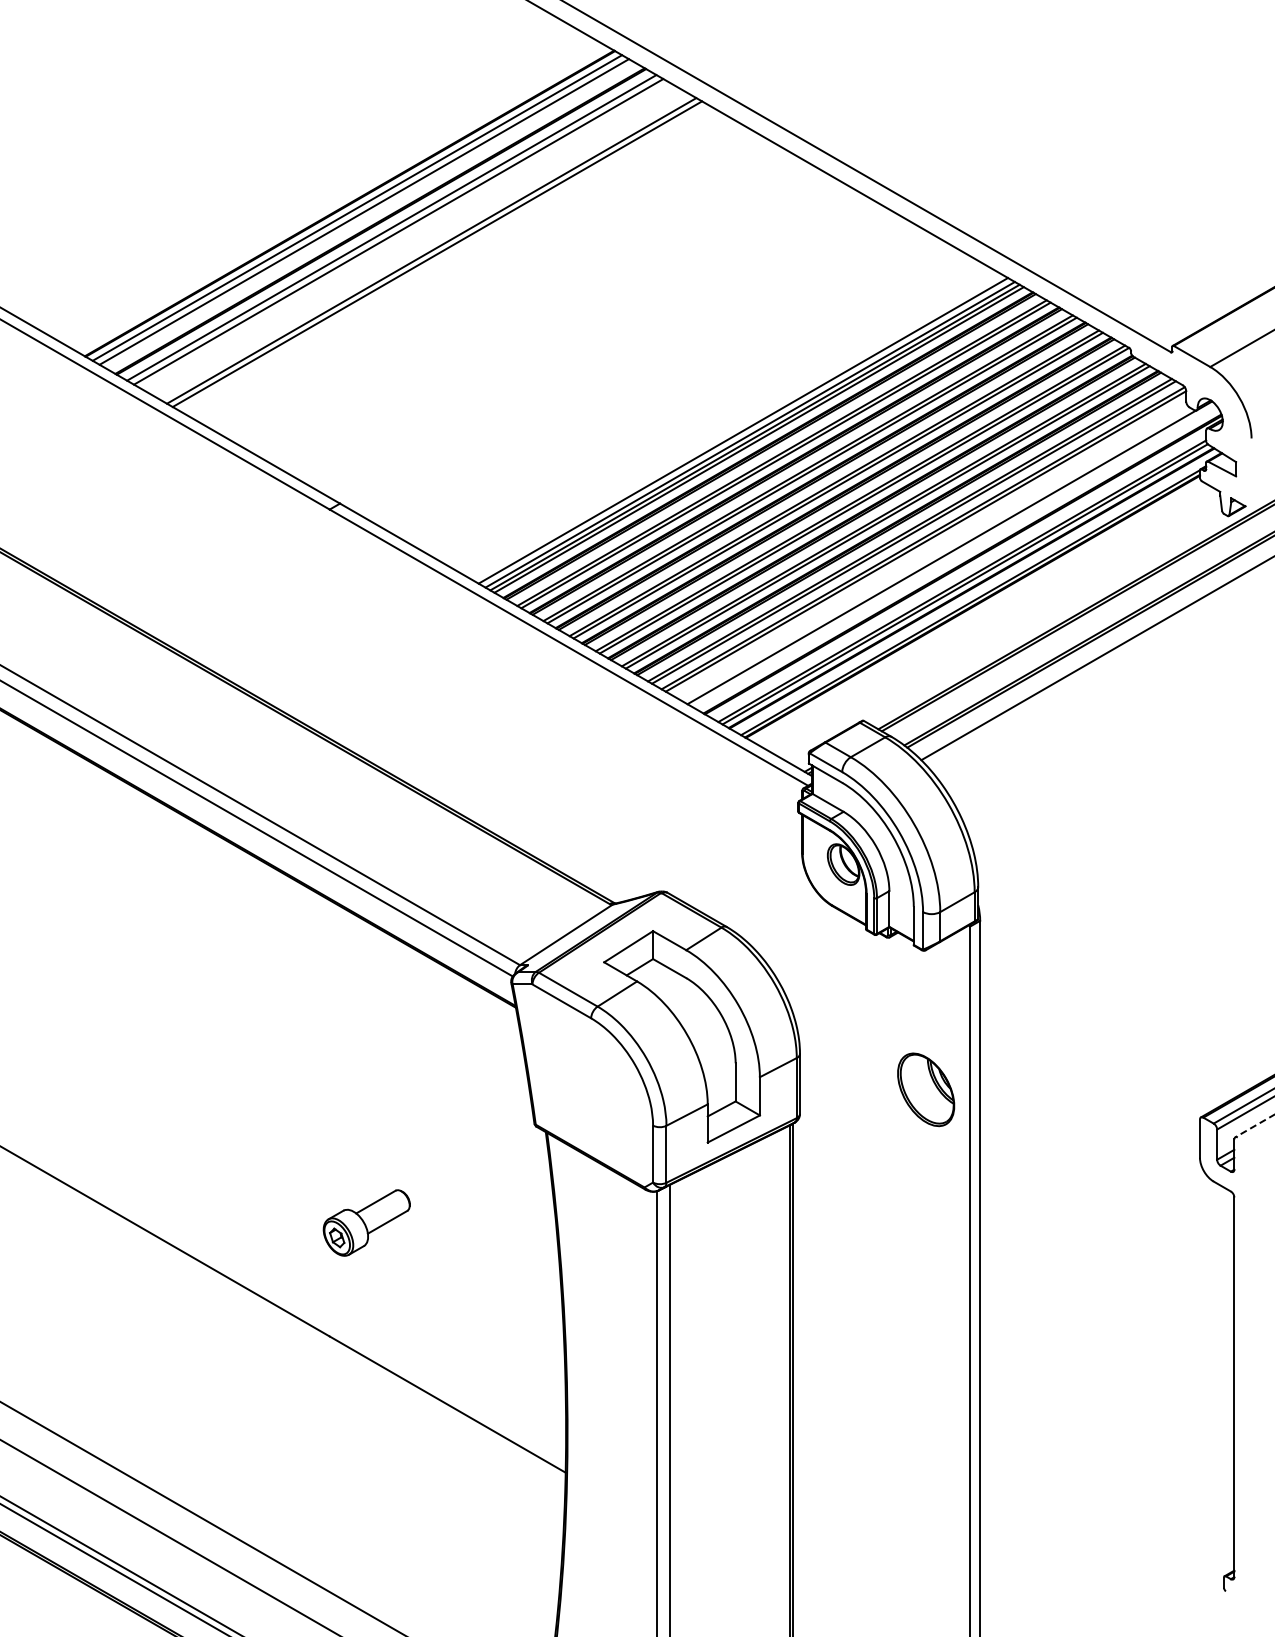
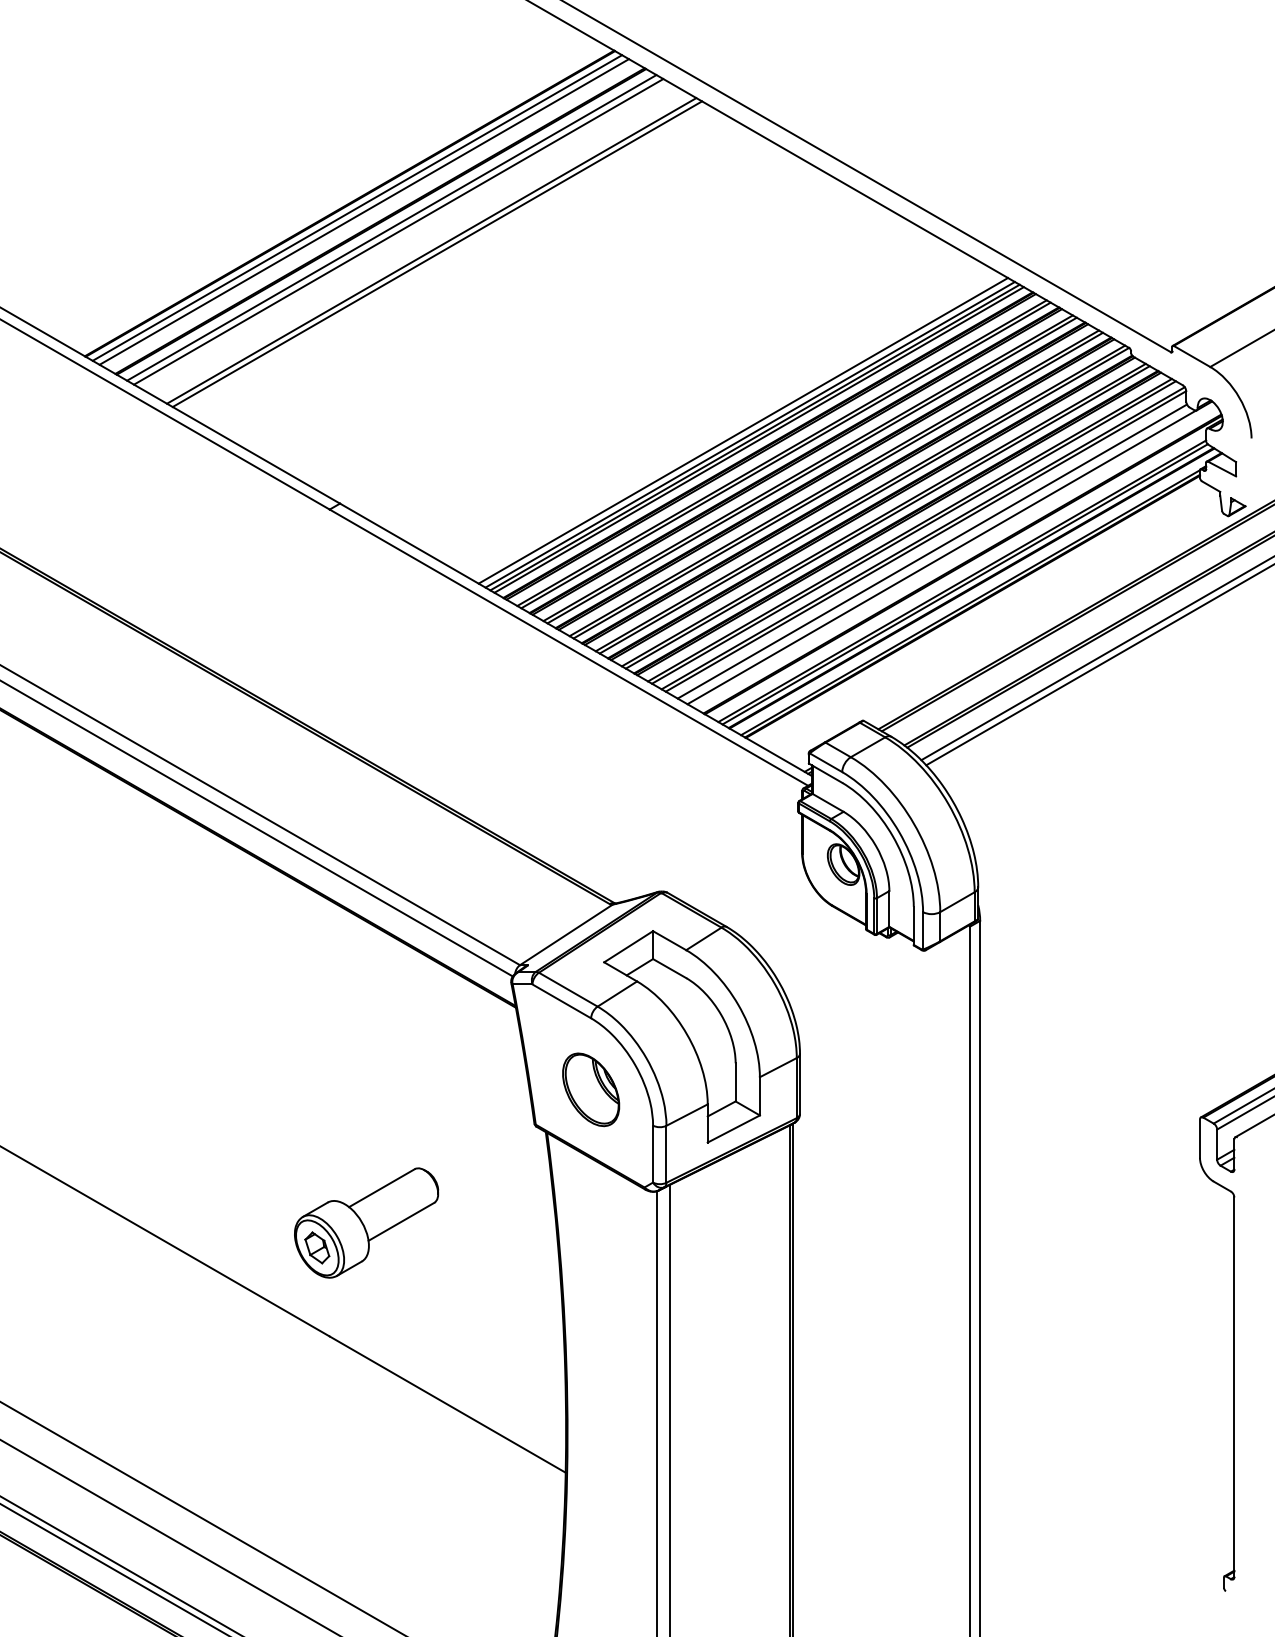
line at (932, 551): none -> present
line at (1098, 665): none -> present
part at (926, 1089) position: (926, 1089) -> (591, 1089)
line at (1254, 1126): dashed -> solid
part at (366, 1222) size: 89x68 px -> 146x112 px
